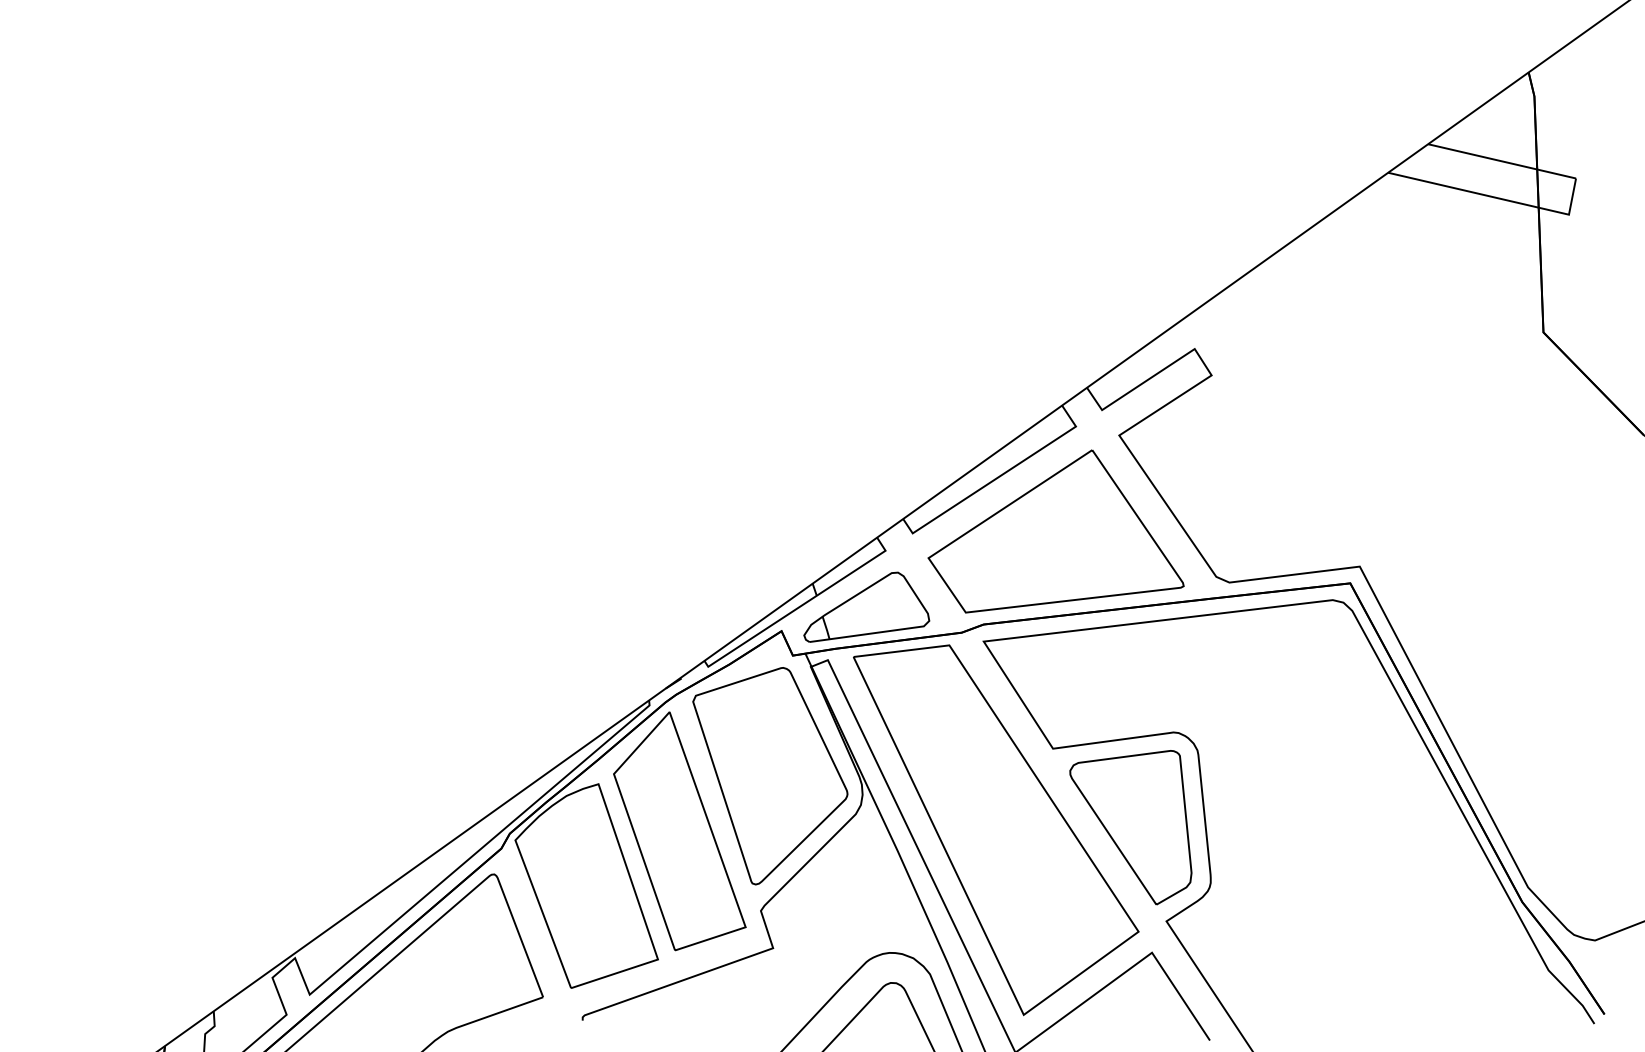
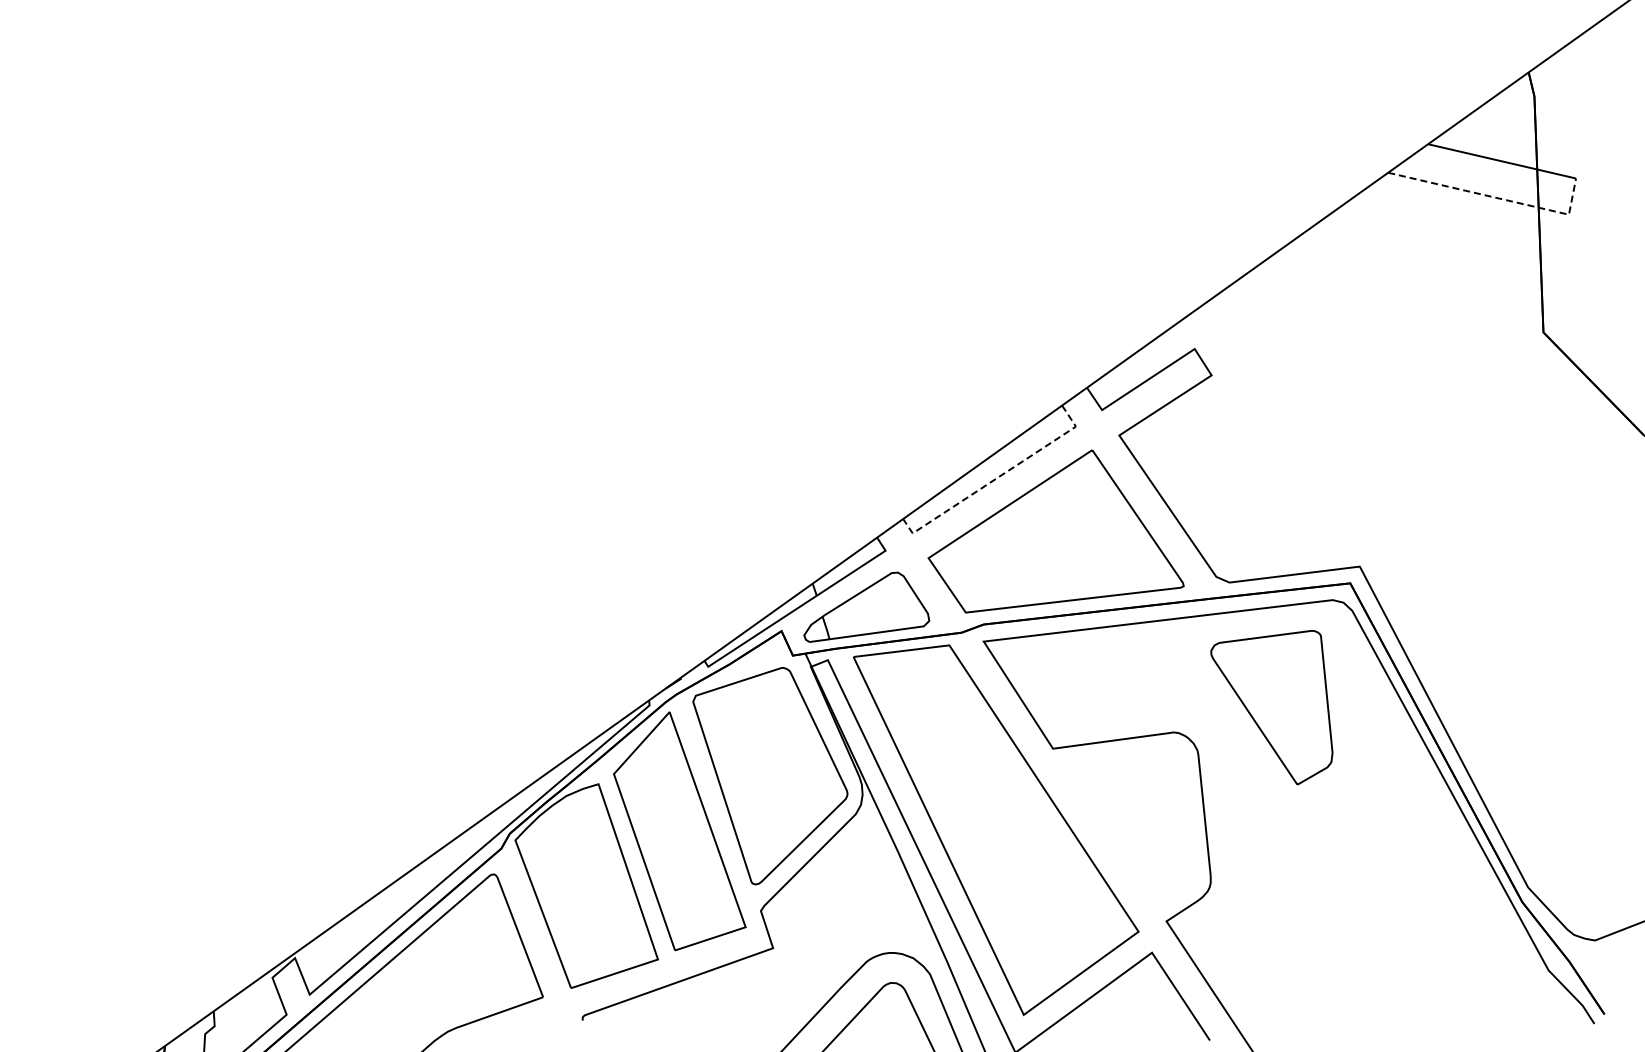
line at (1497, 198): solid -> dashed
line at (997, 477): solid -> dashed
part at (1130, 827) position: (1130, 827) -> (1271, 707)
